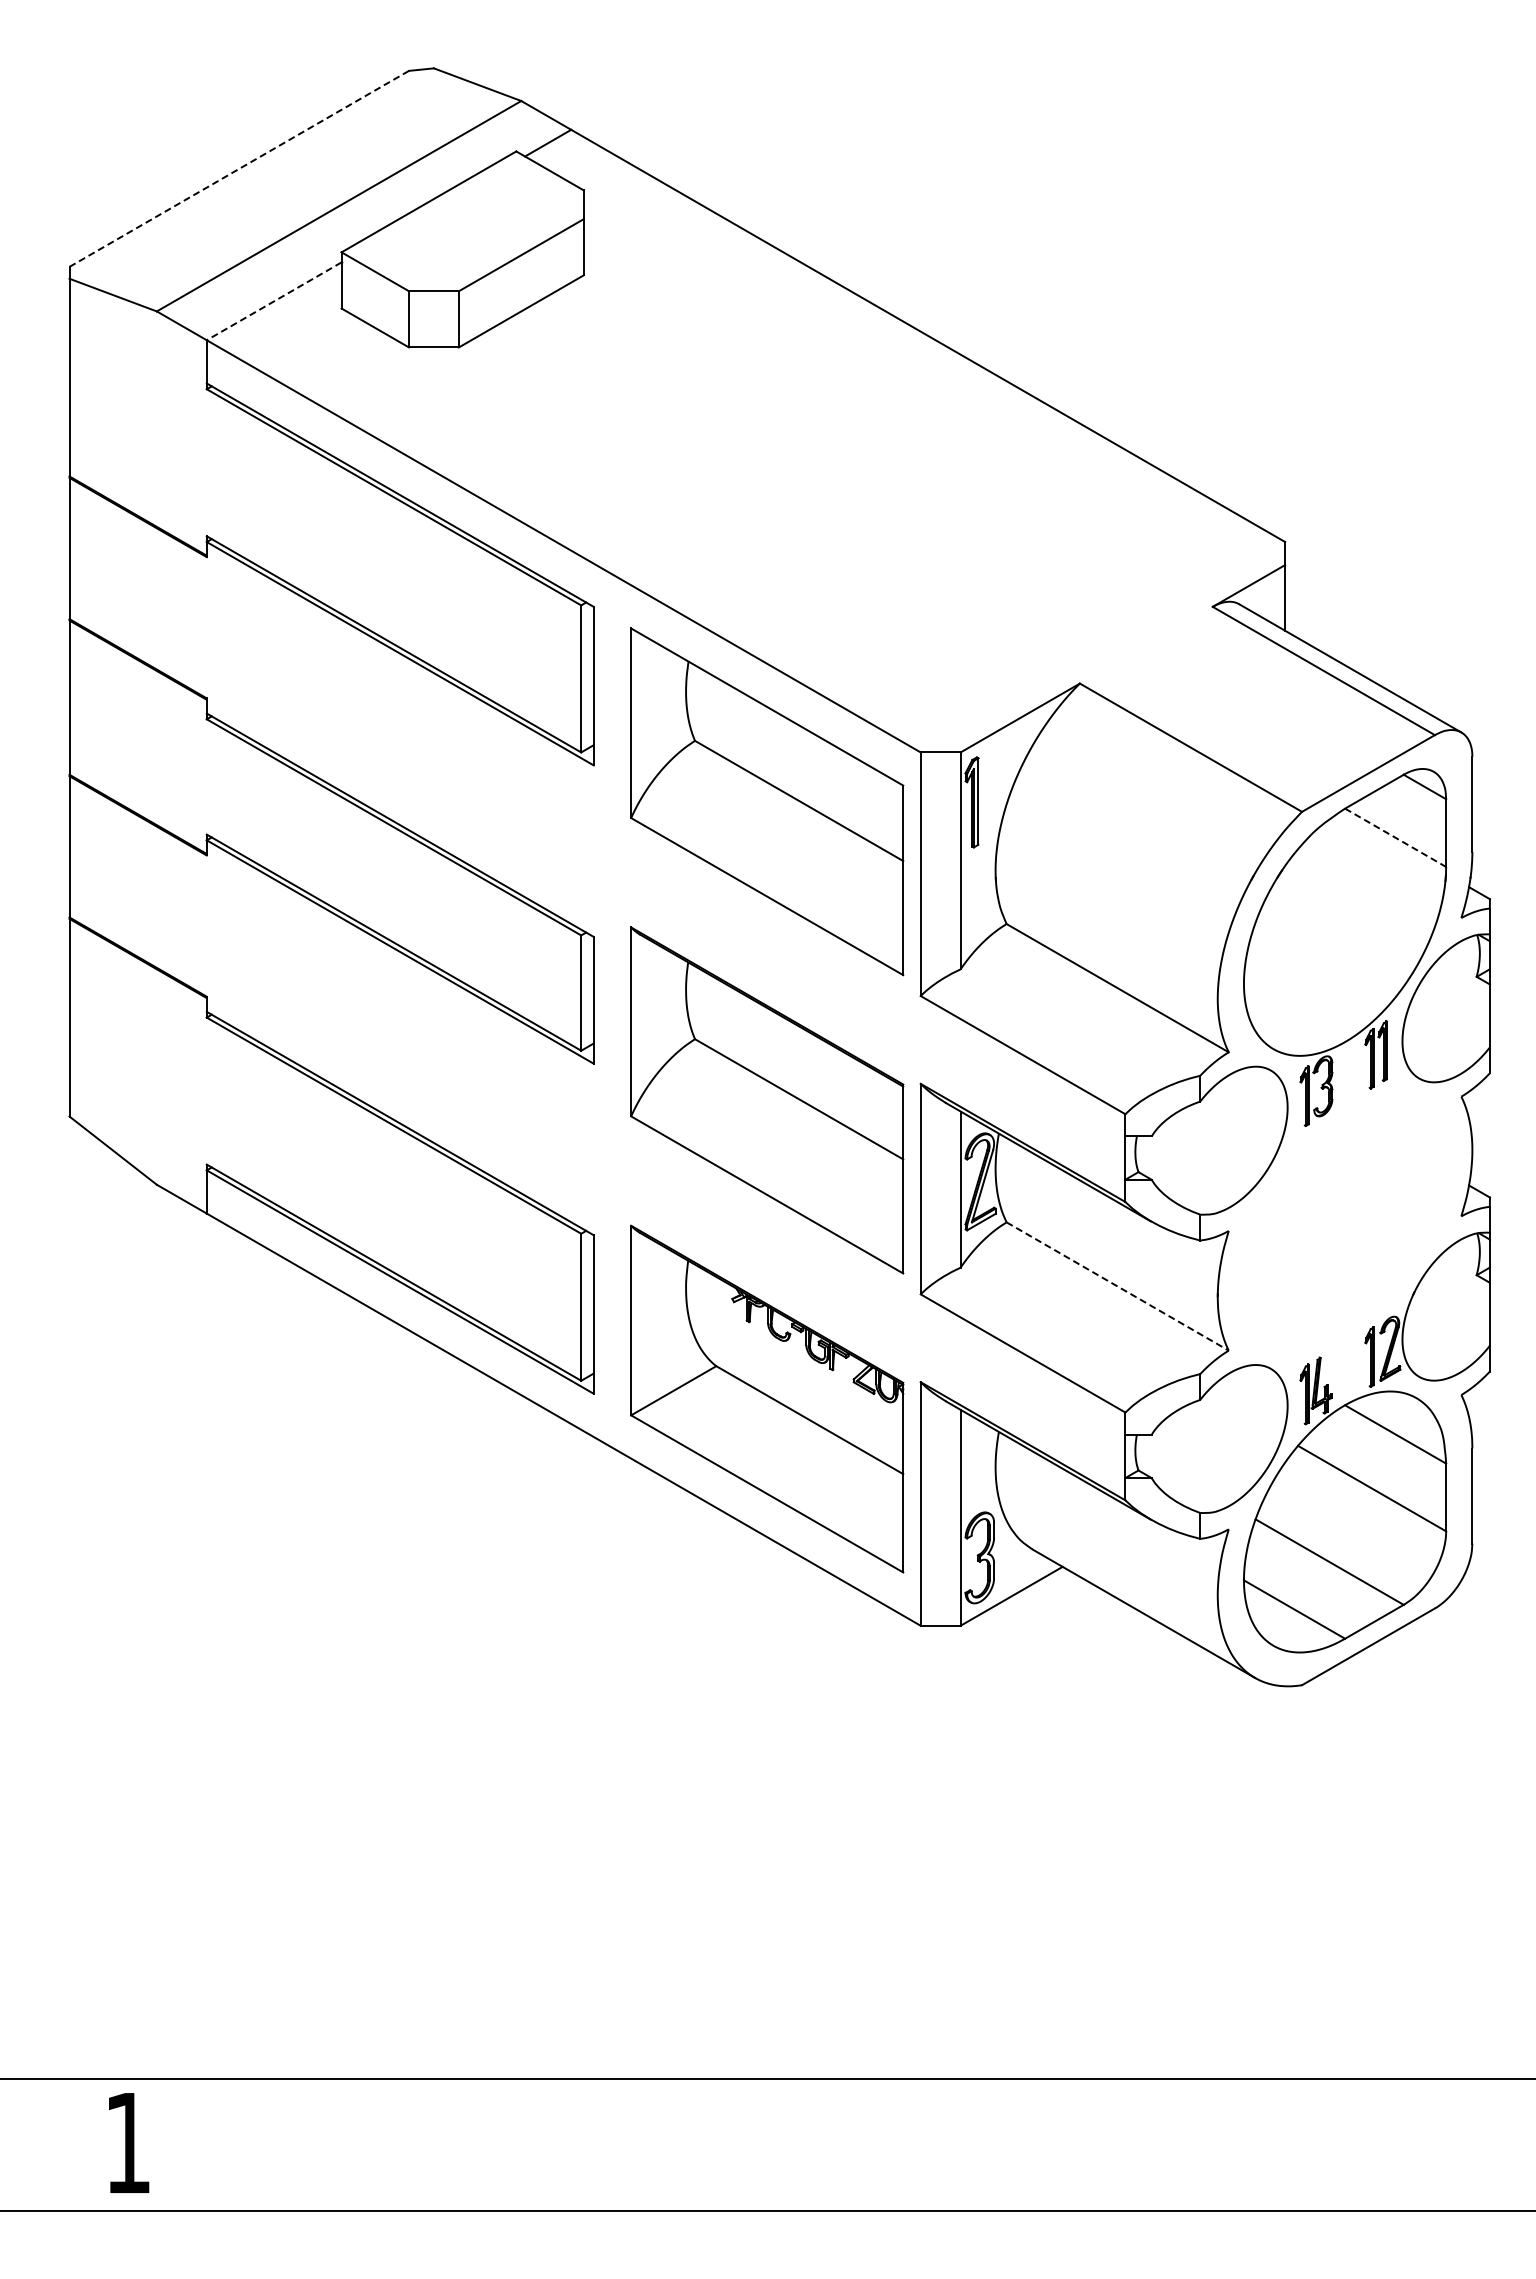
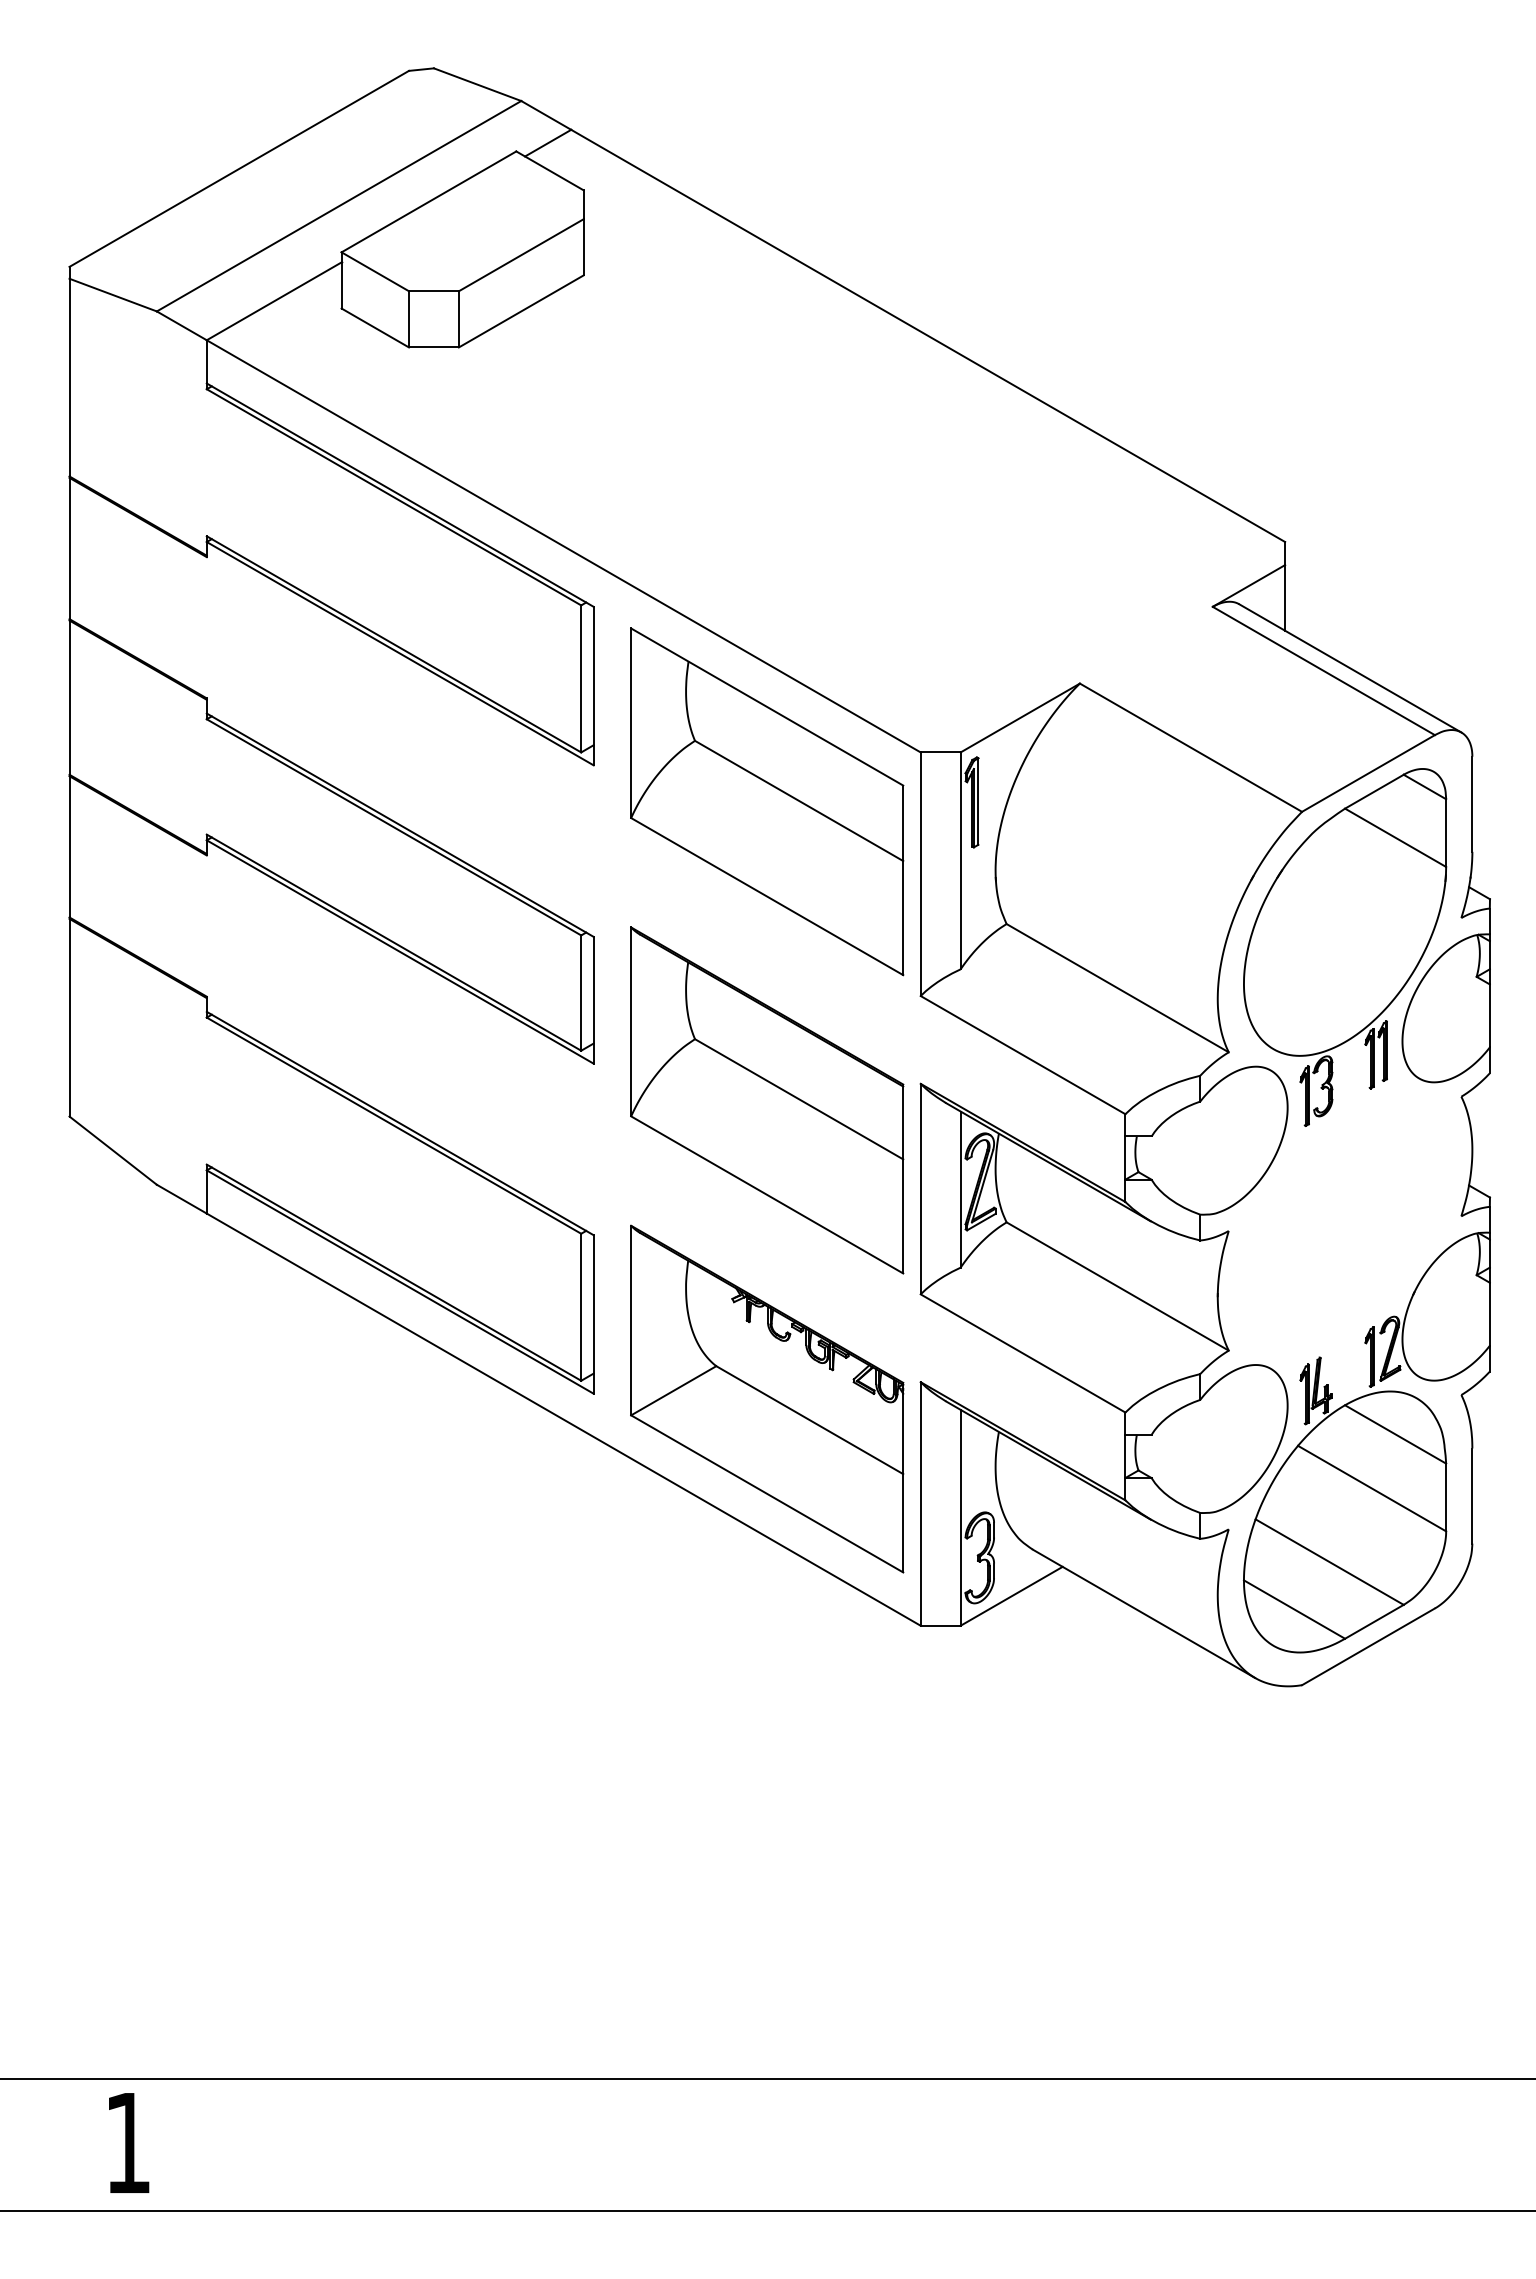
line at (239, 168): dashed -> solid
line at (274, 301): dashed -> solid
line at (1396, 838): dashed -> solid
line at (1118, 1286): dashed -> solid
